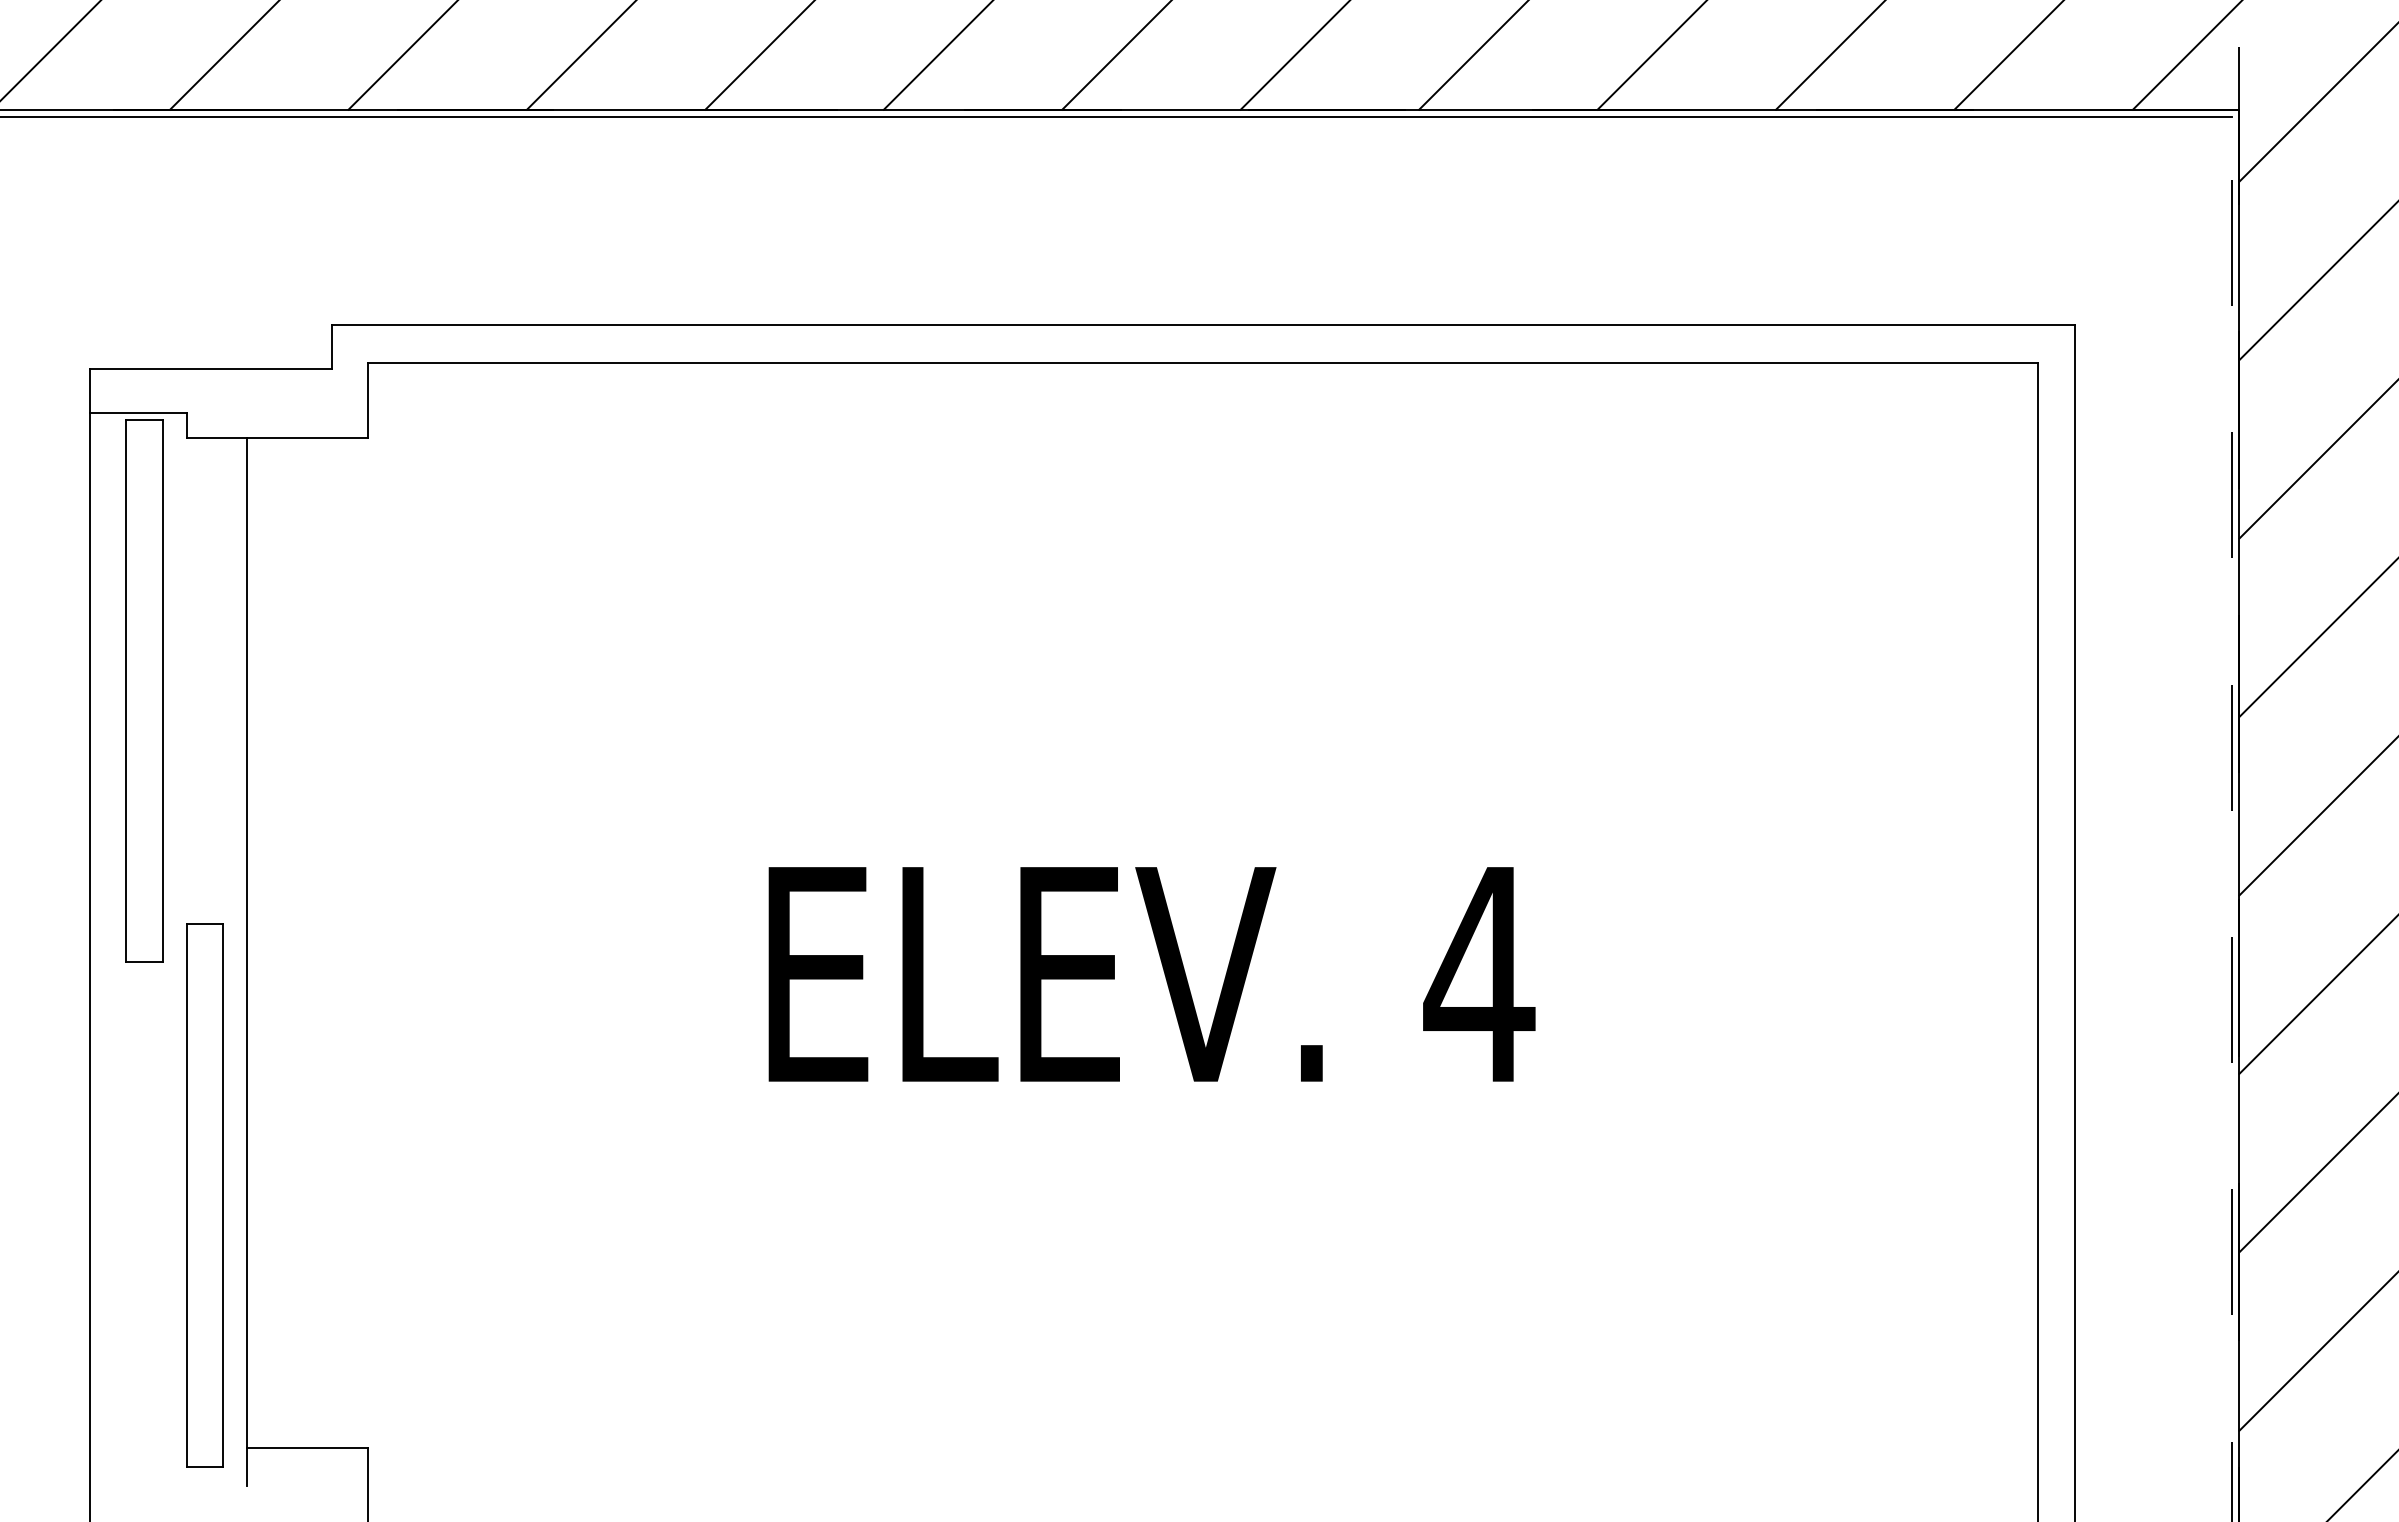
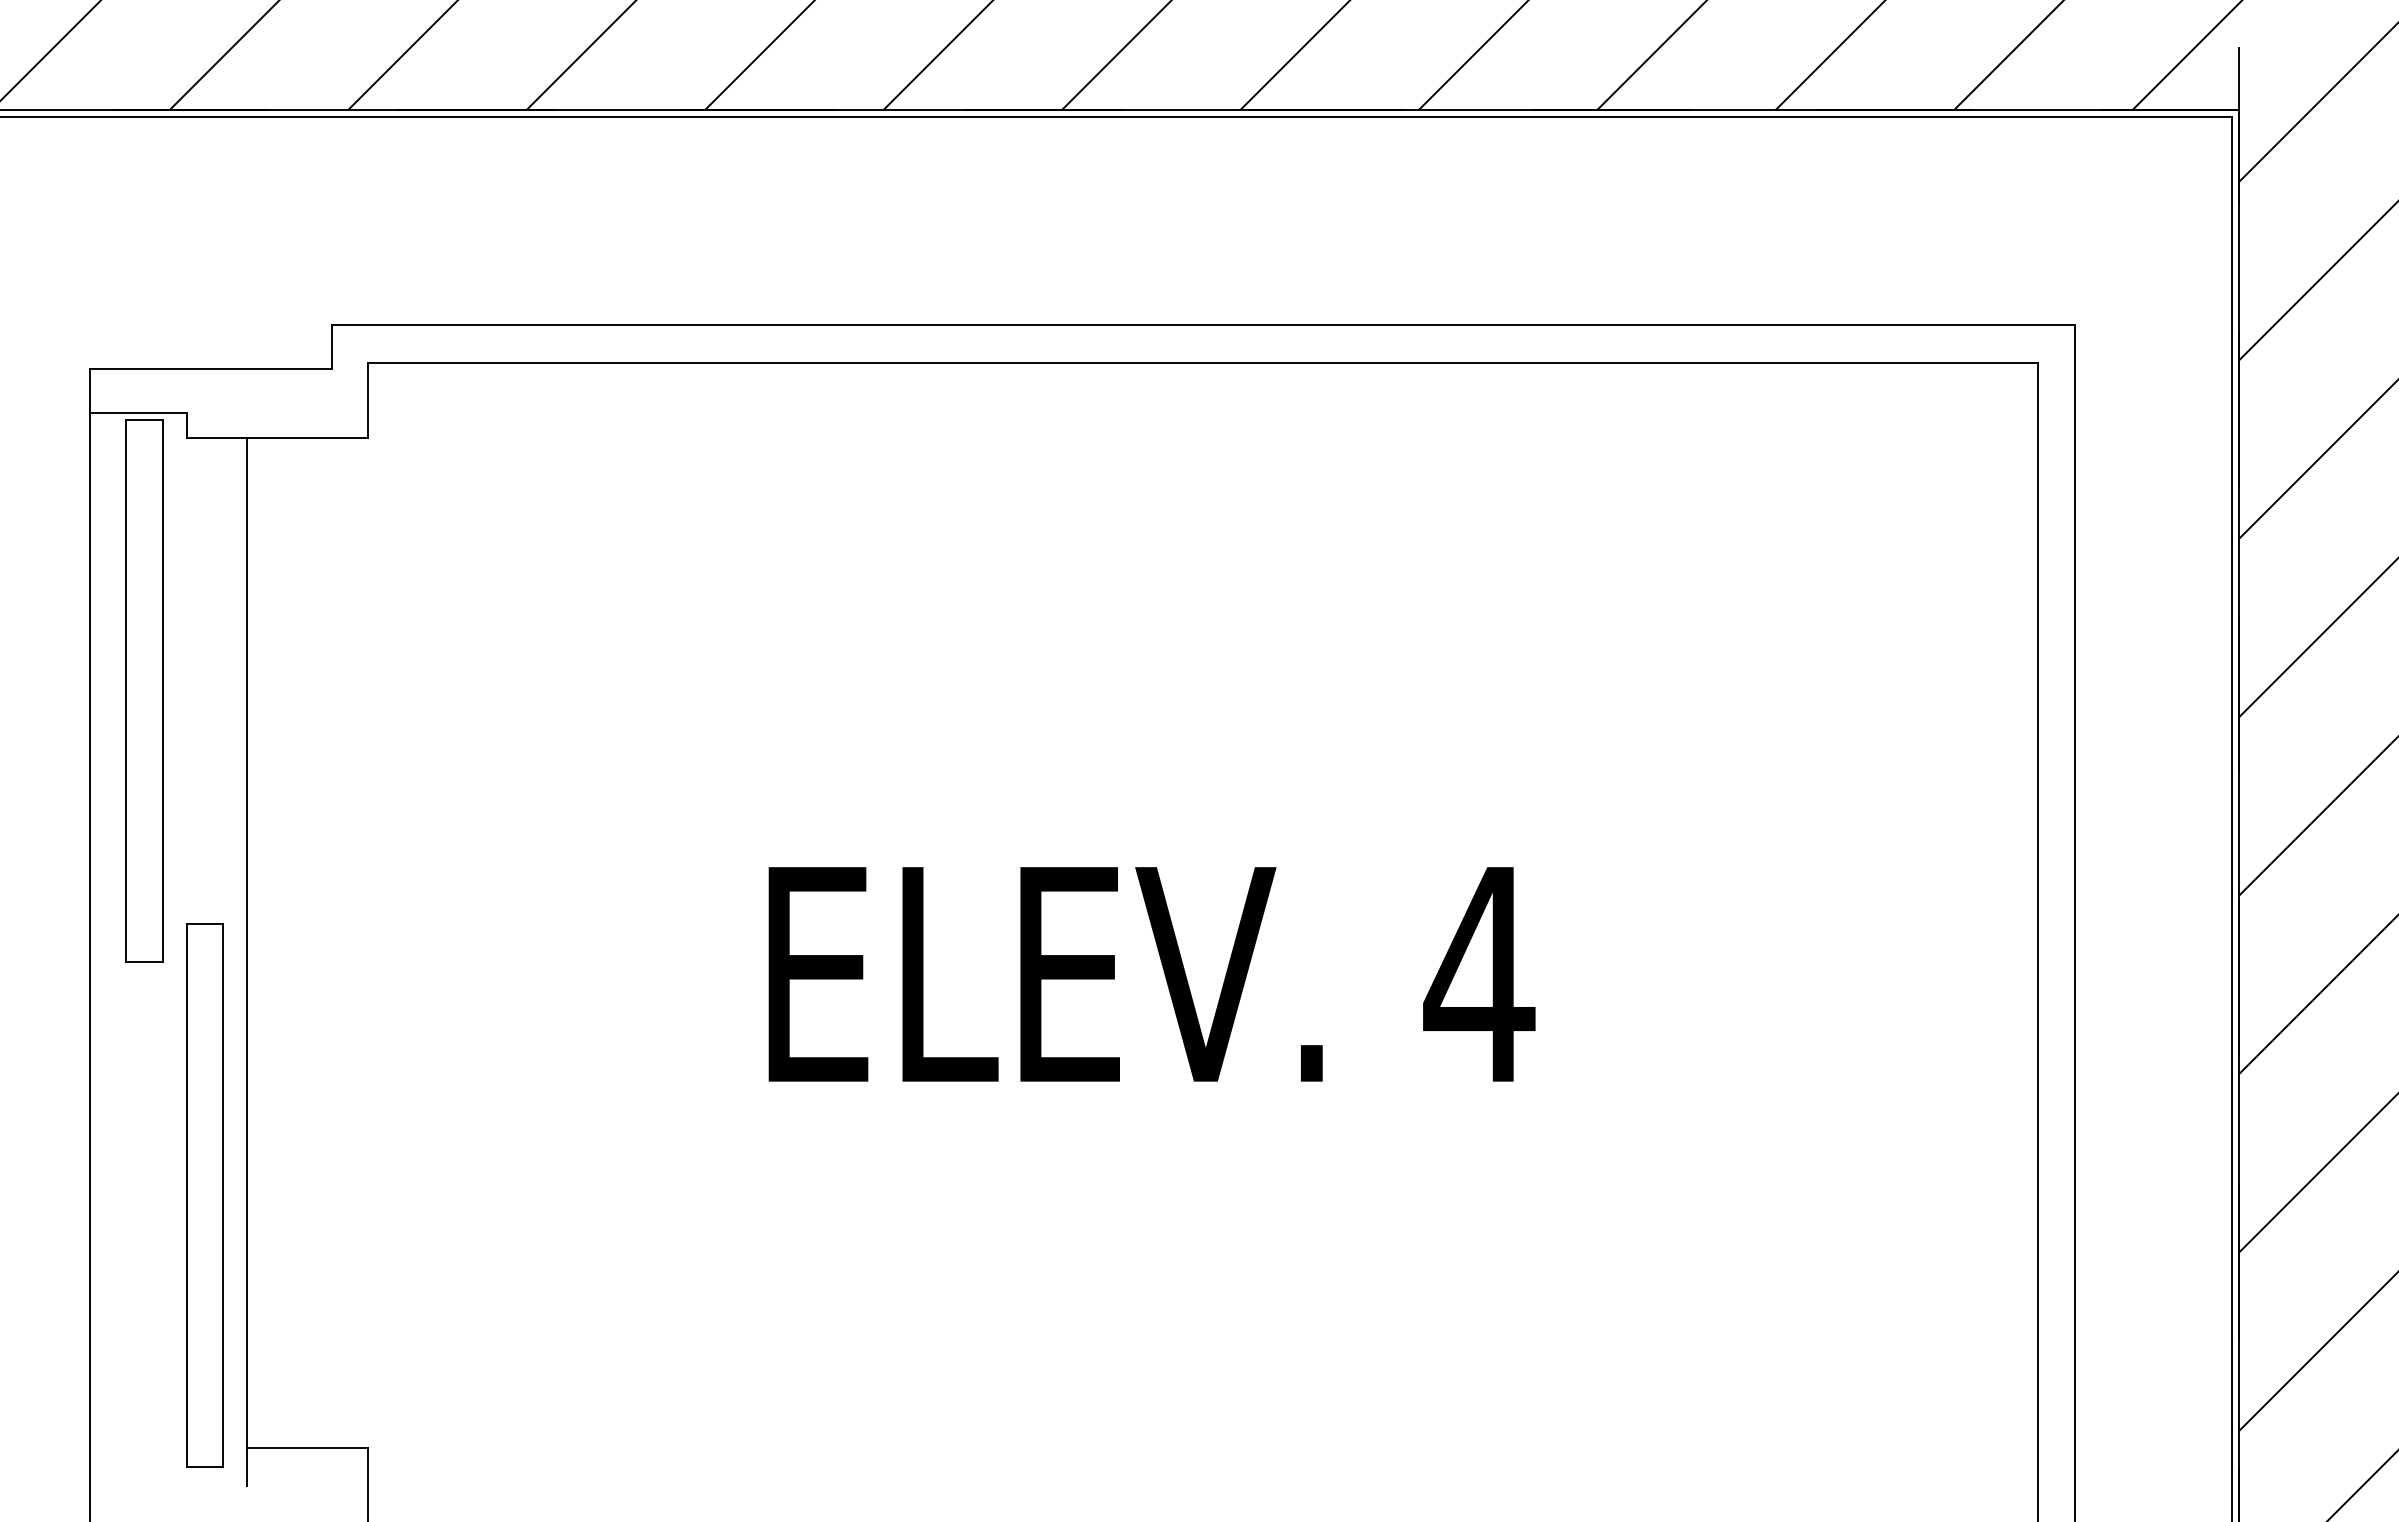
line at (2232, 818): dashed -> solid
